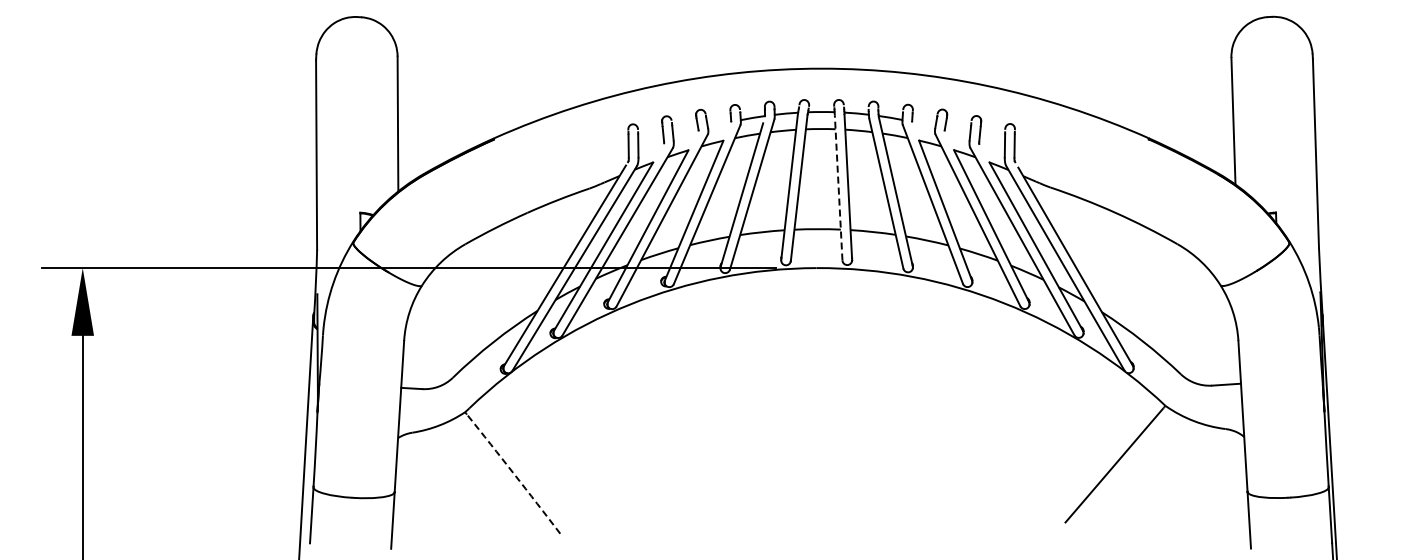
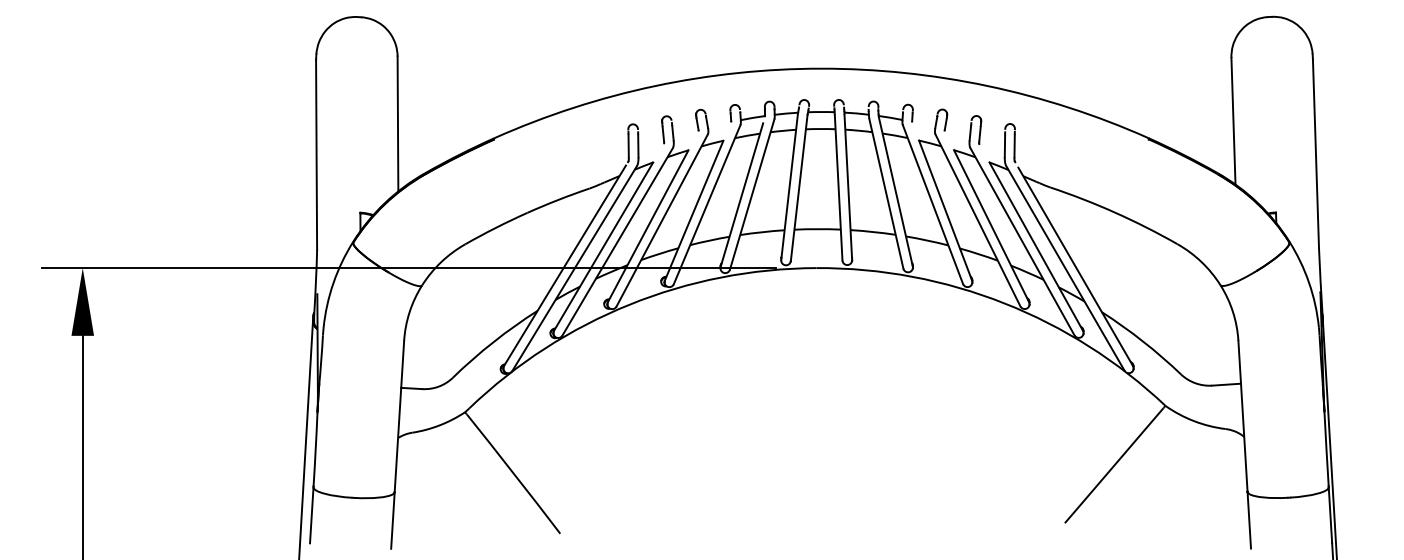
line at (838, 187): dashed -> solid
arc at (514, 473): dashed -> solid
